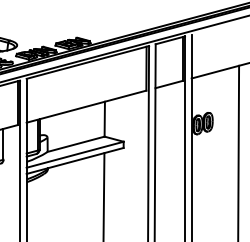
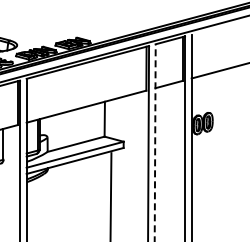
line at (155, 142): solid -> dashed
line at (238, 151): present -> none
line at (103, 195) position: (103, 195) -> (110, 195)
